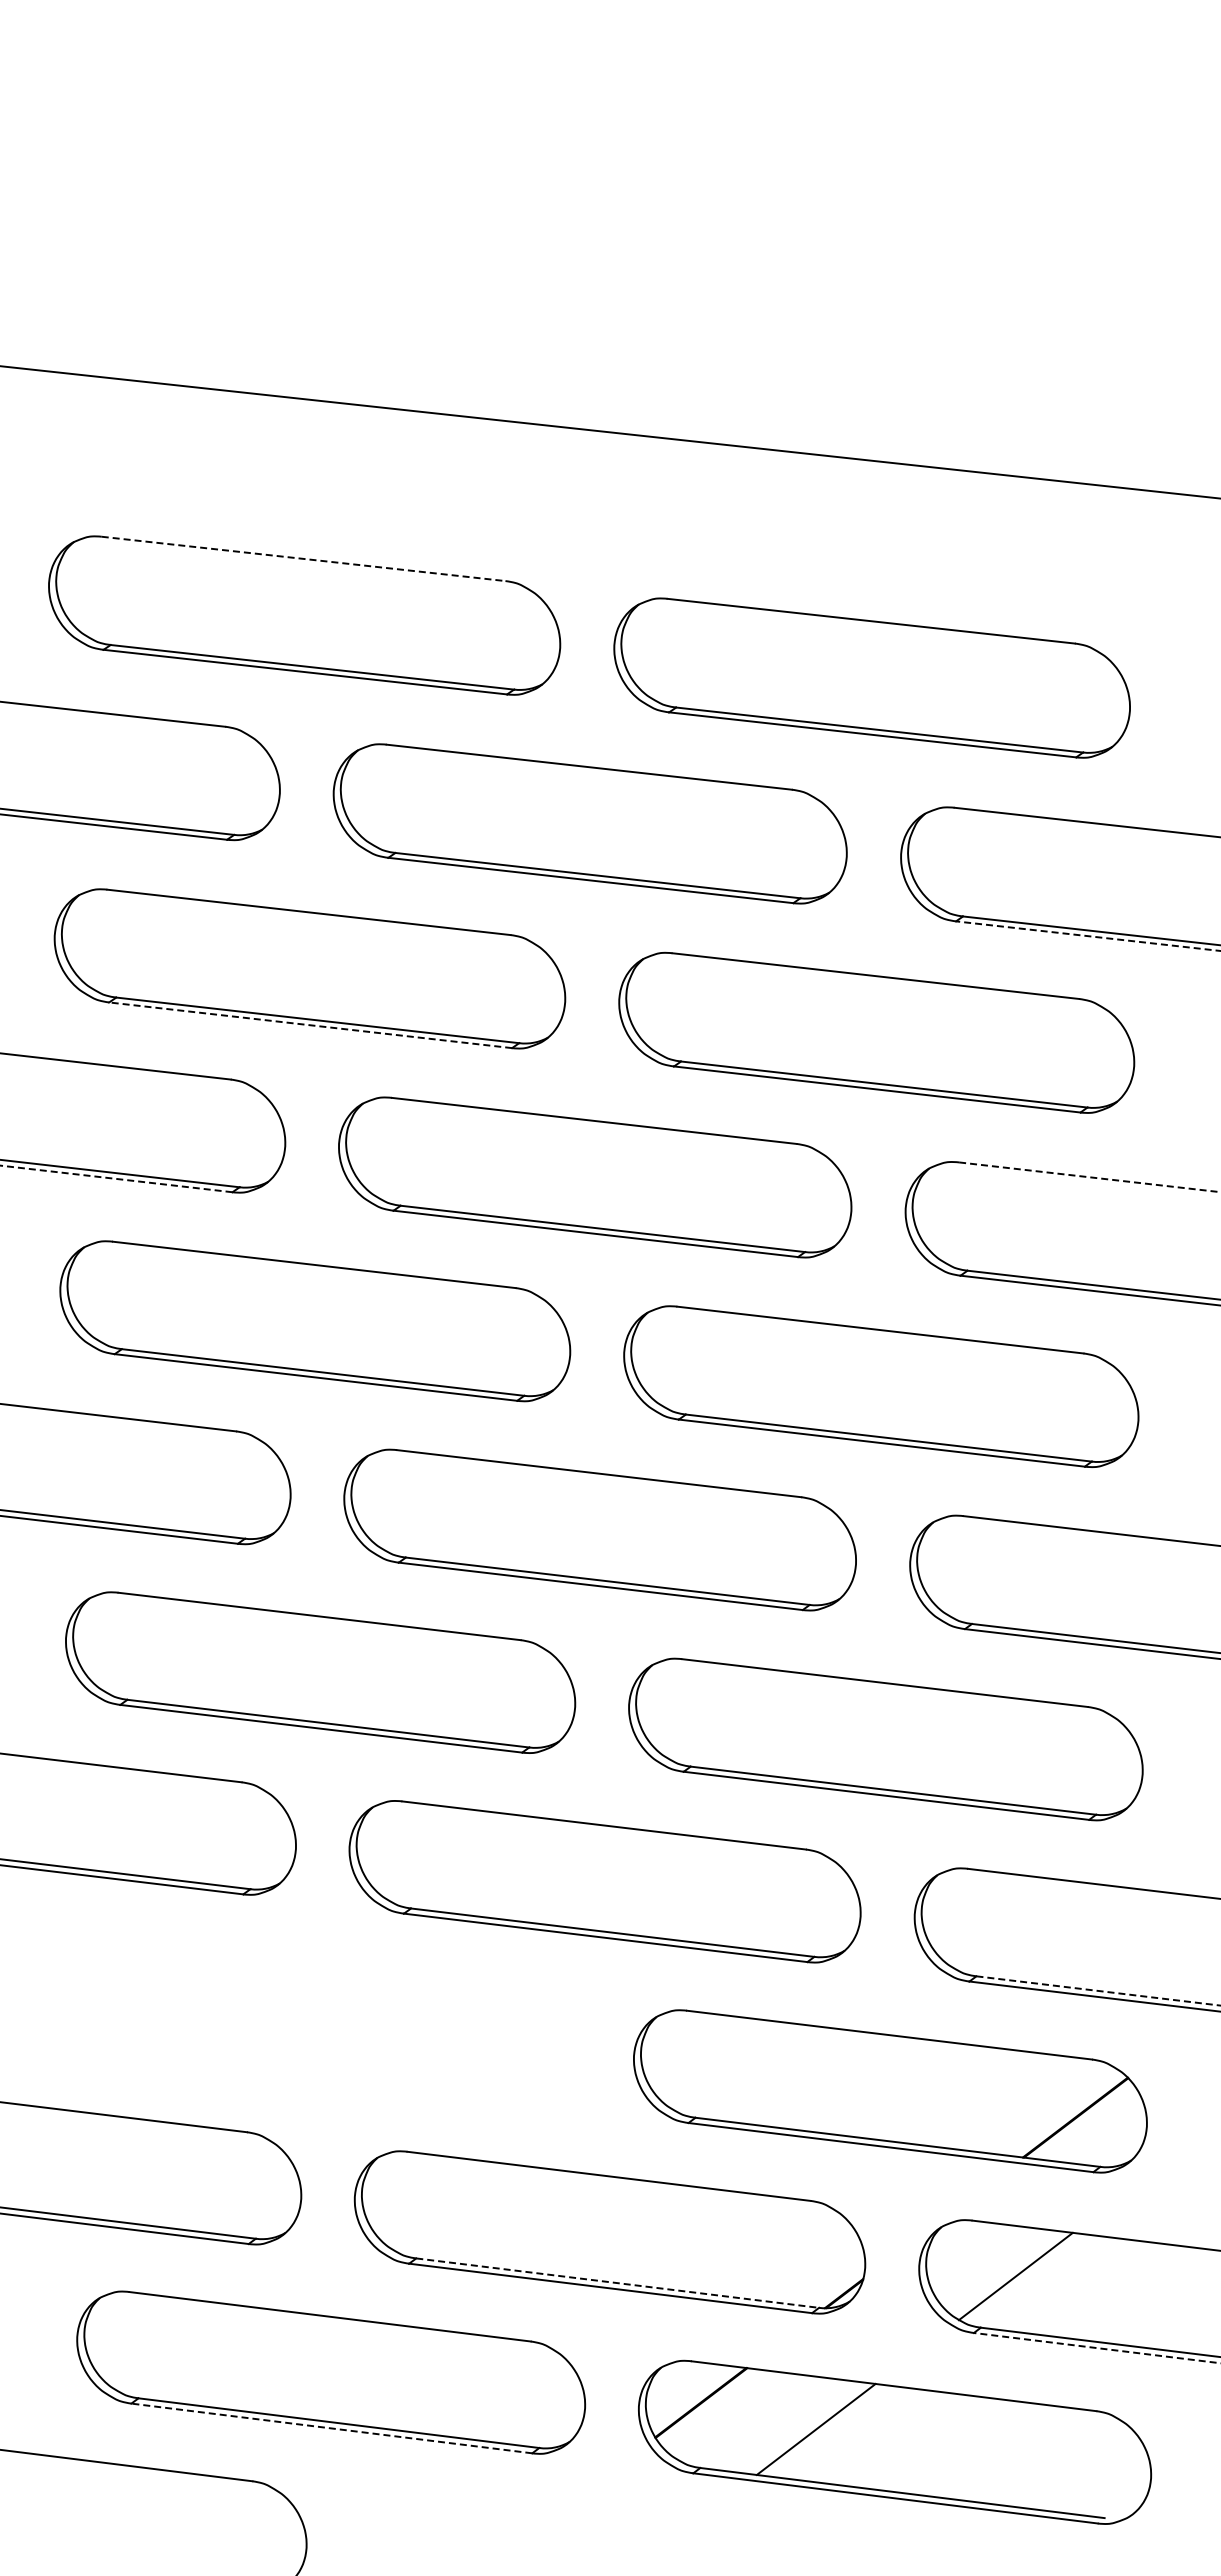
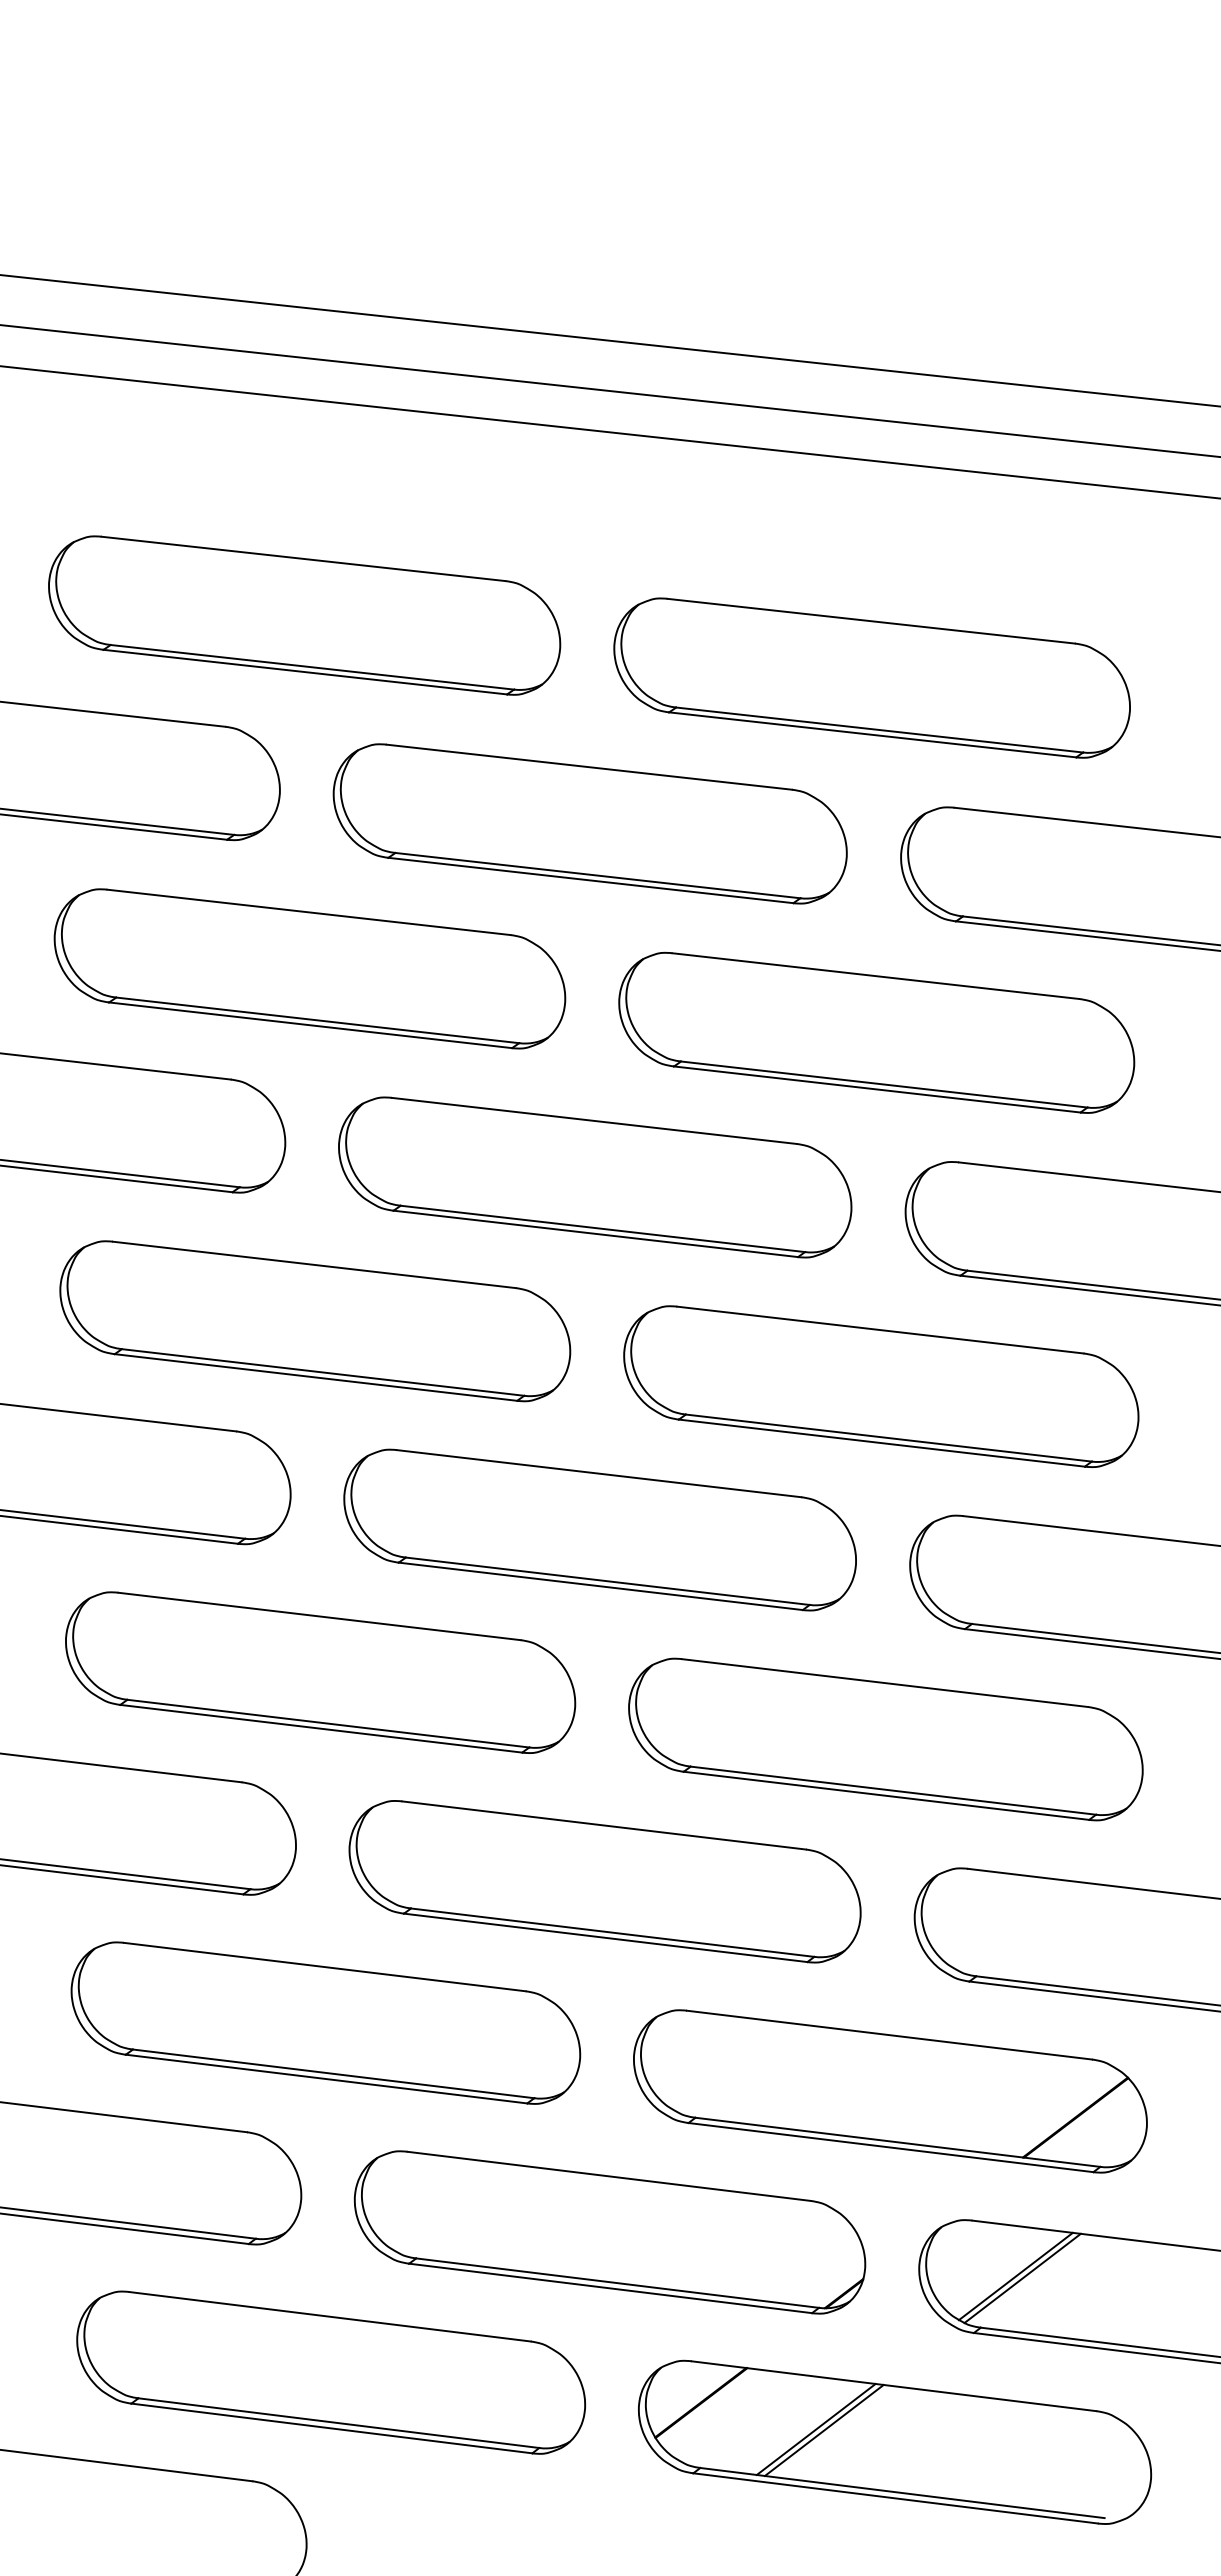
line at (609, 340): none -> present
line at (609, 390): none -> present
line at (304, 558): dashed -> solid
line at (1087, 936): dashed -> solid
line at (310, 1025): dashed -> solid
line at (1090, 1177): dashed -> solid
line at (116, 1178): dashed -> solid
line at (1098, 1990): dashed -> solid
part at (325, 2022): none -> present
line at (1022, 2278): none -> present
line at (617, 2283): dashed -> solid
line at (1096, 2348): dashed -> solid
line at (331, 2428): dashed -> solid
line at (823, 2429): none -> present
